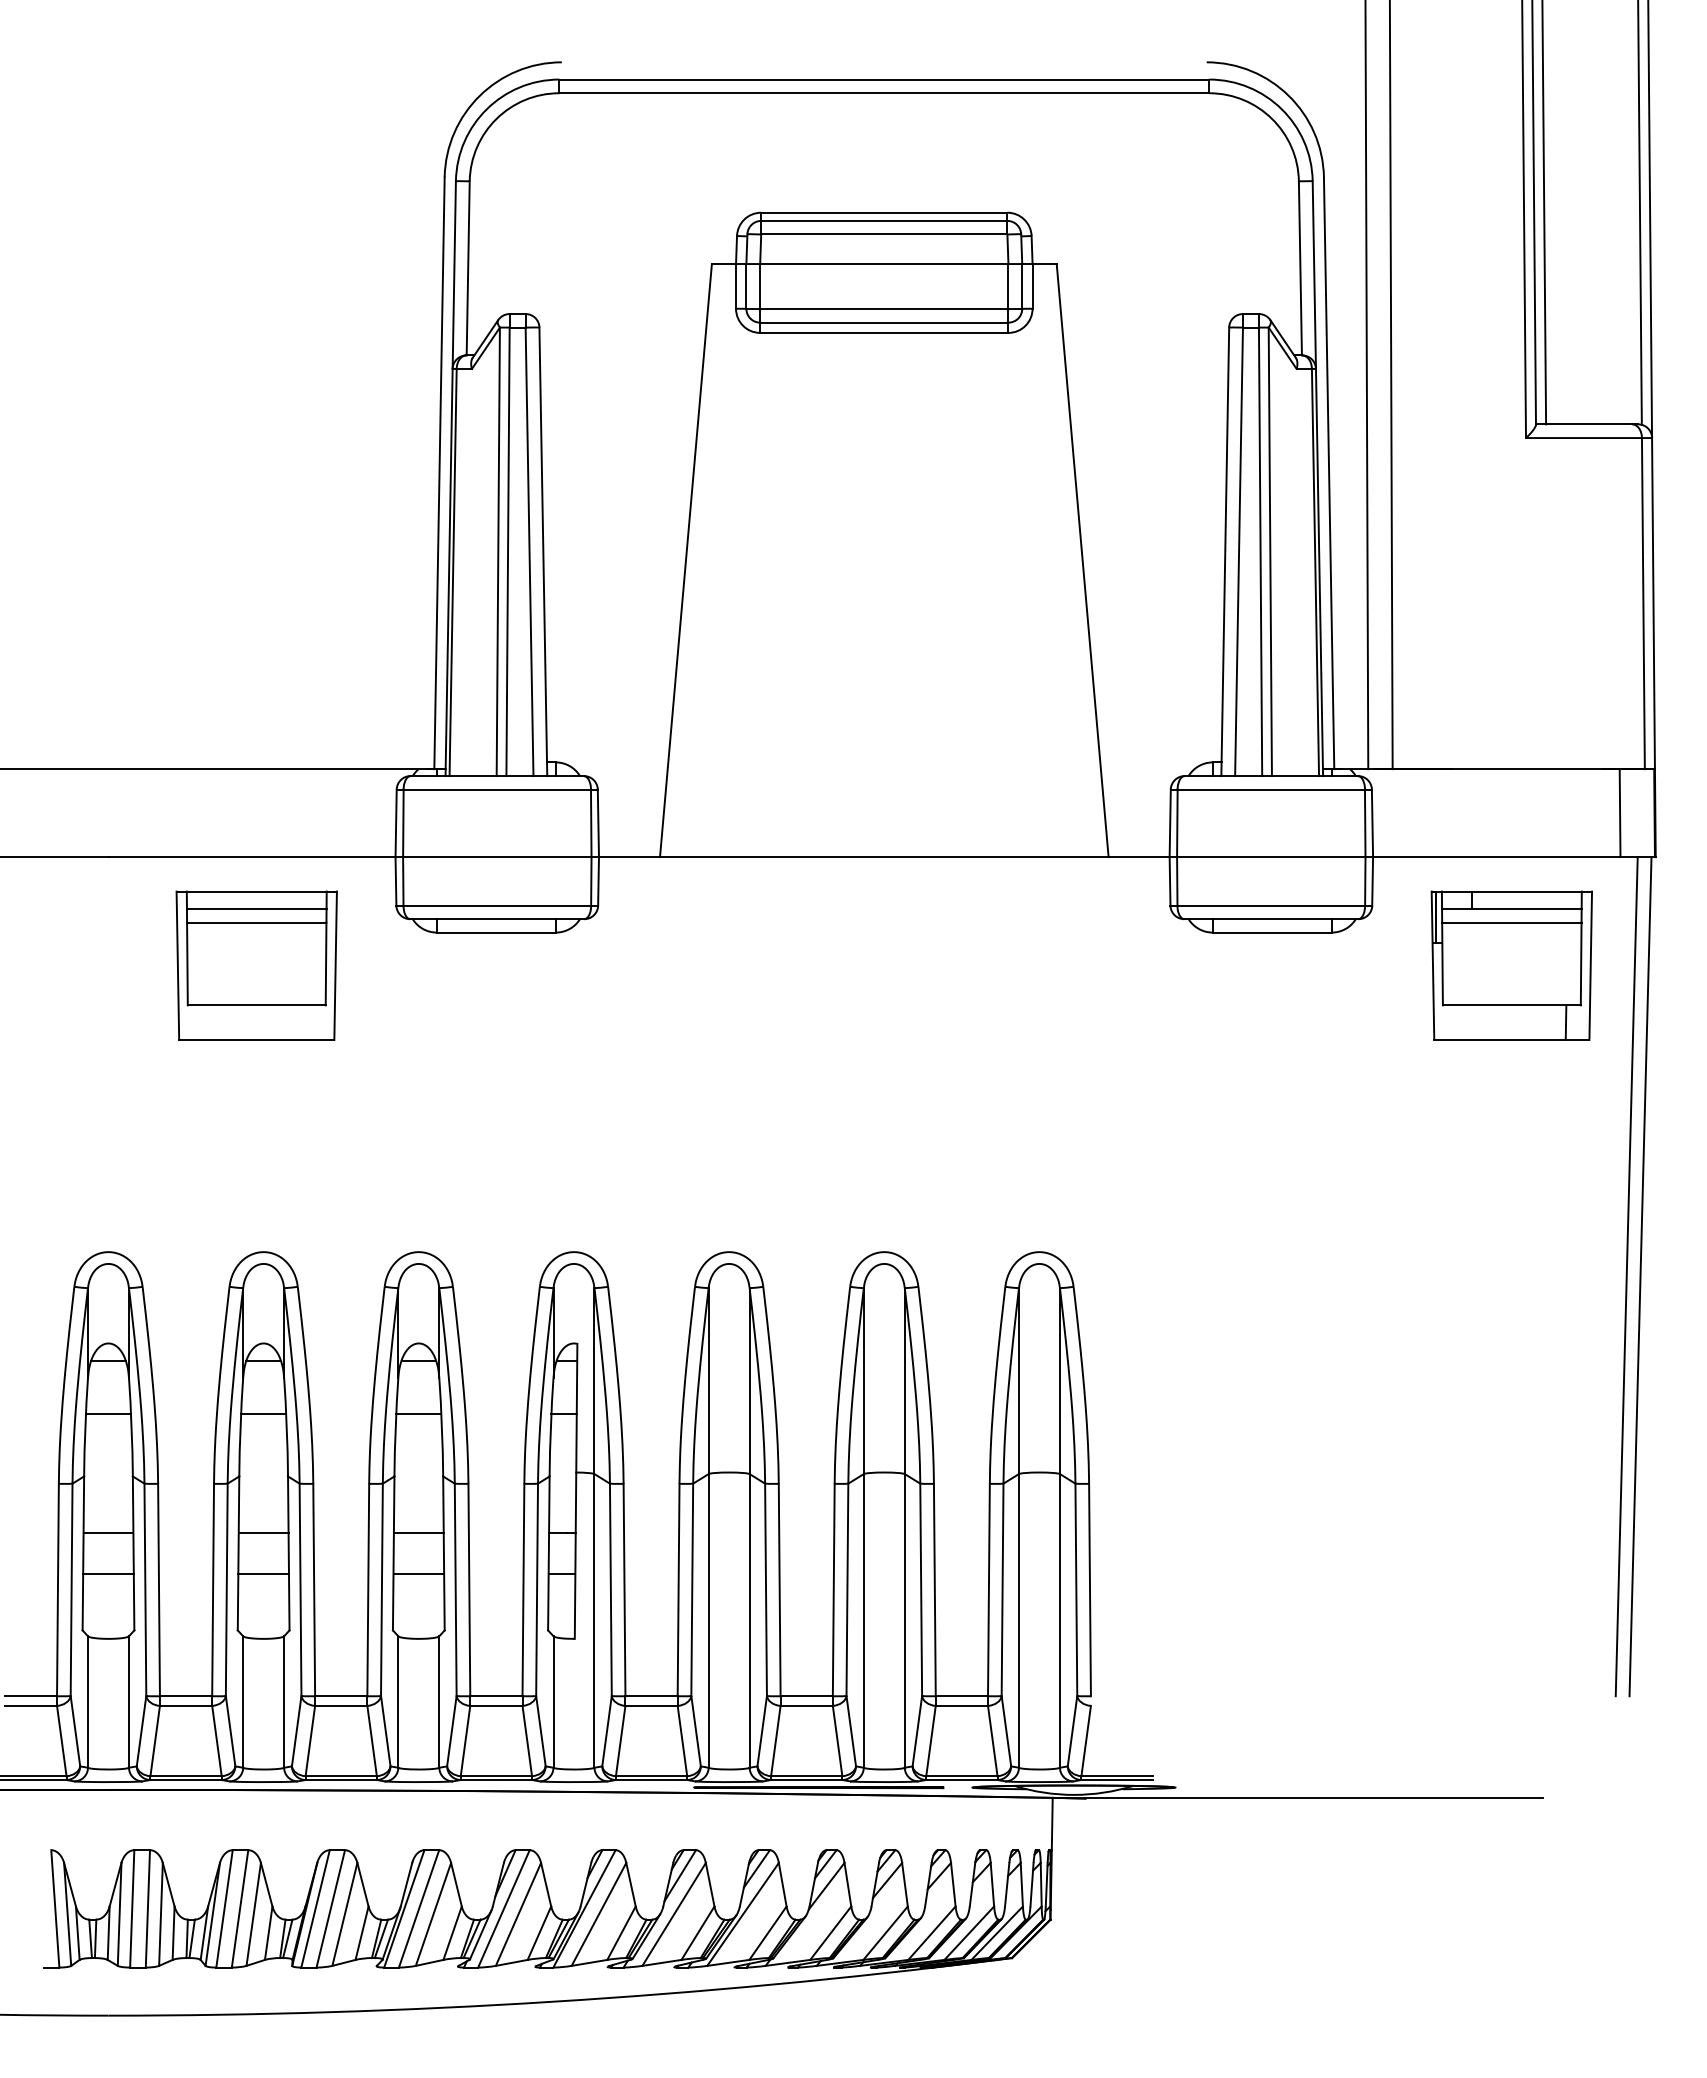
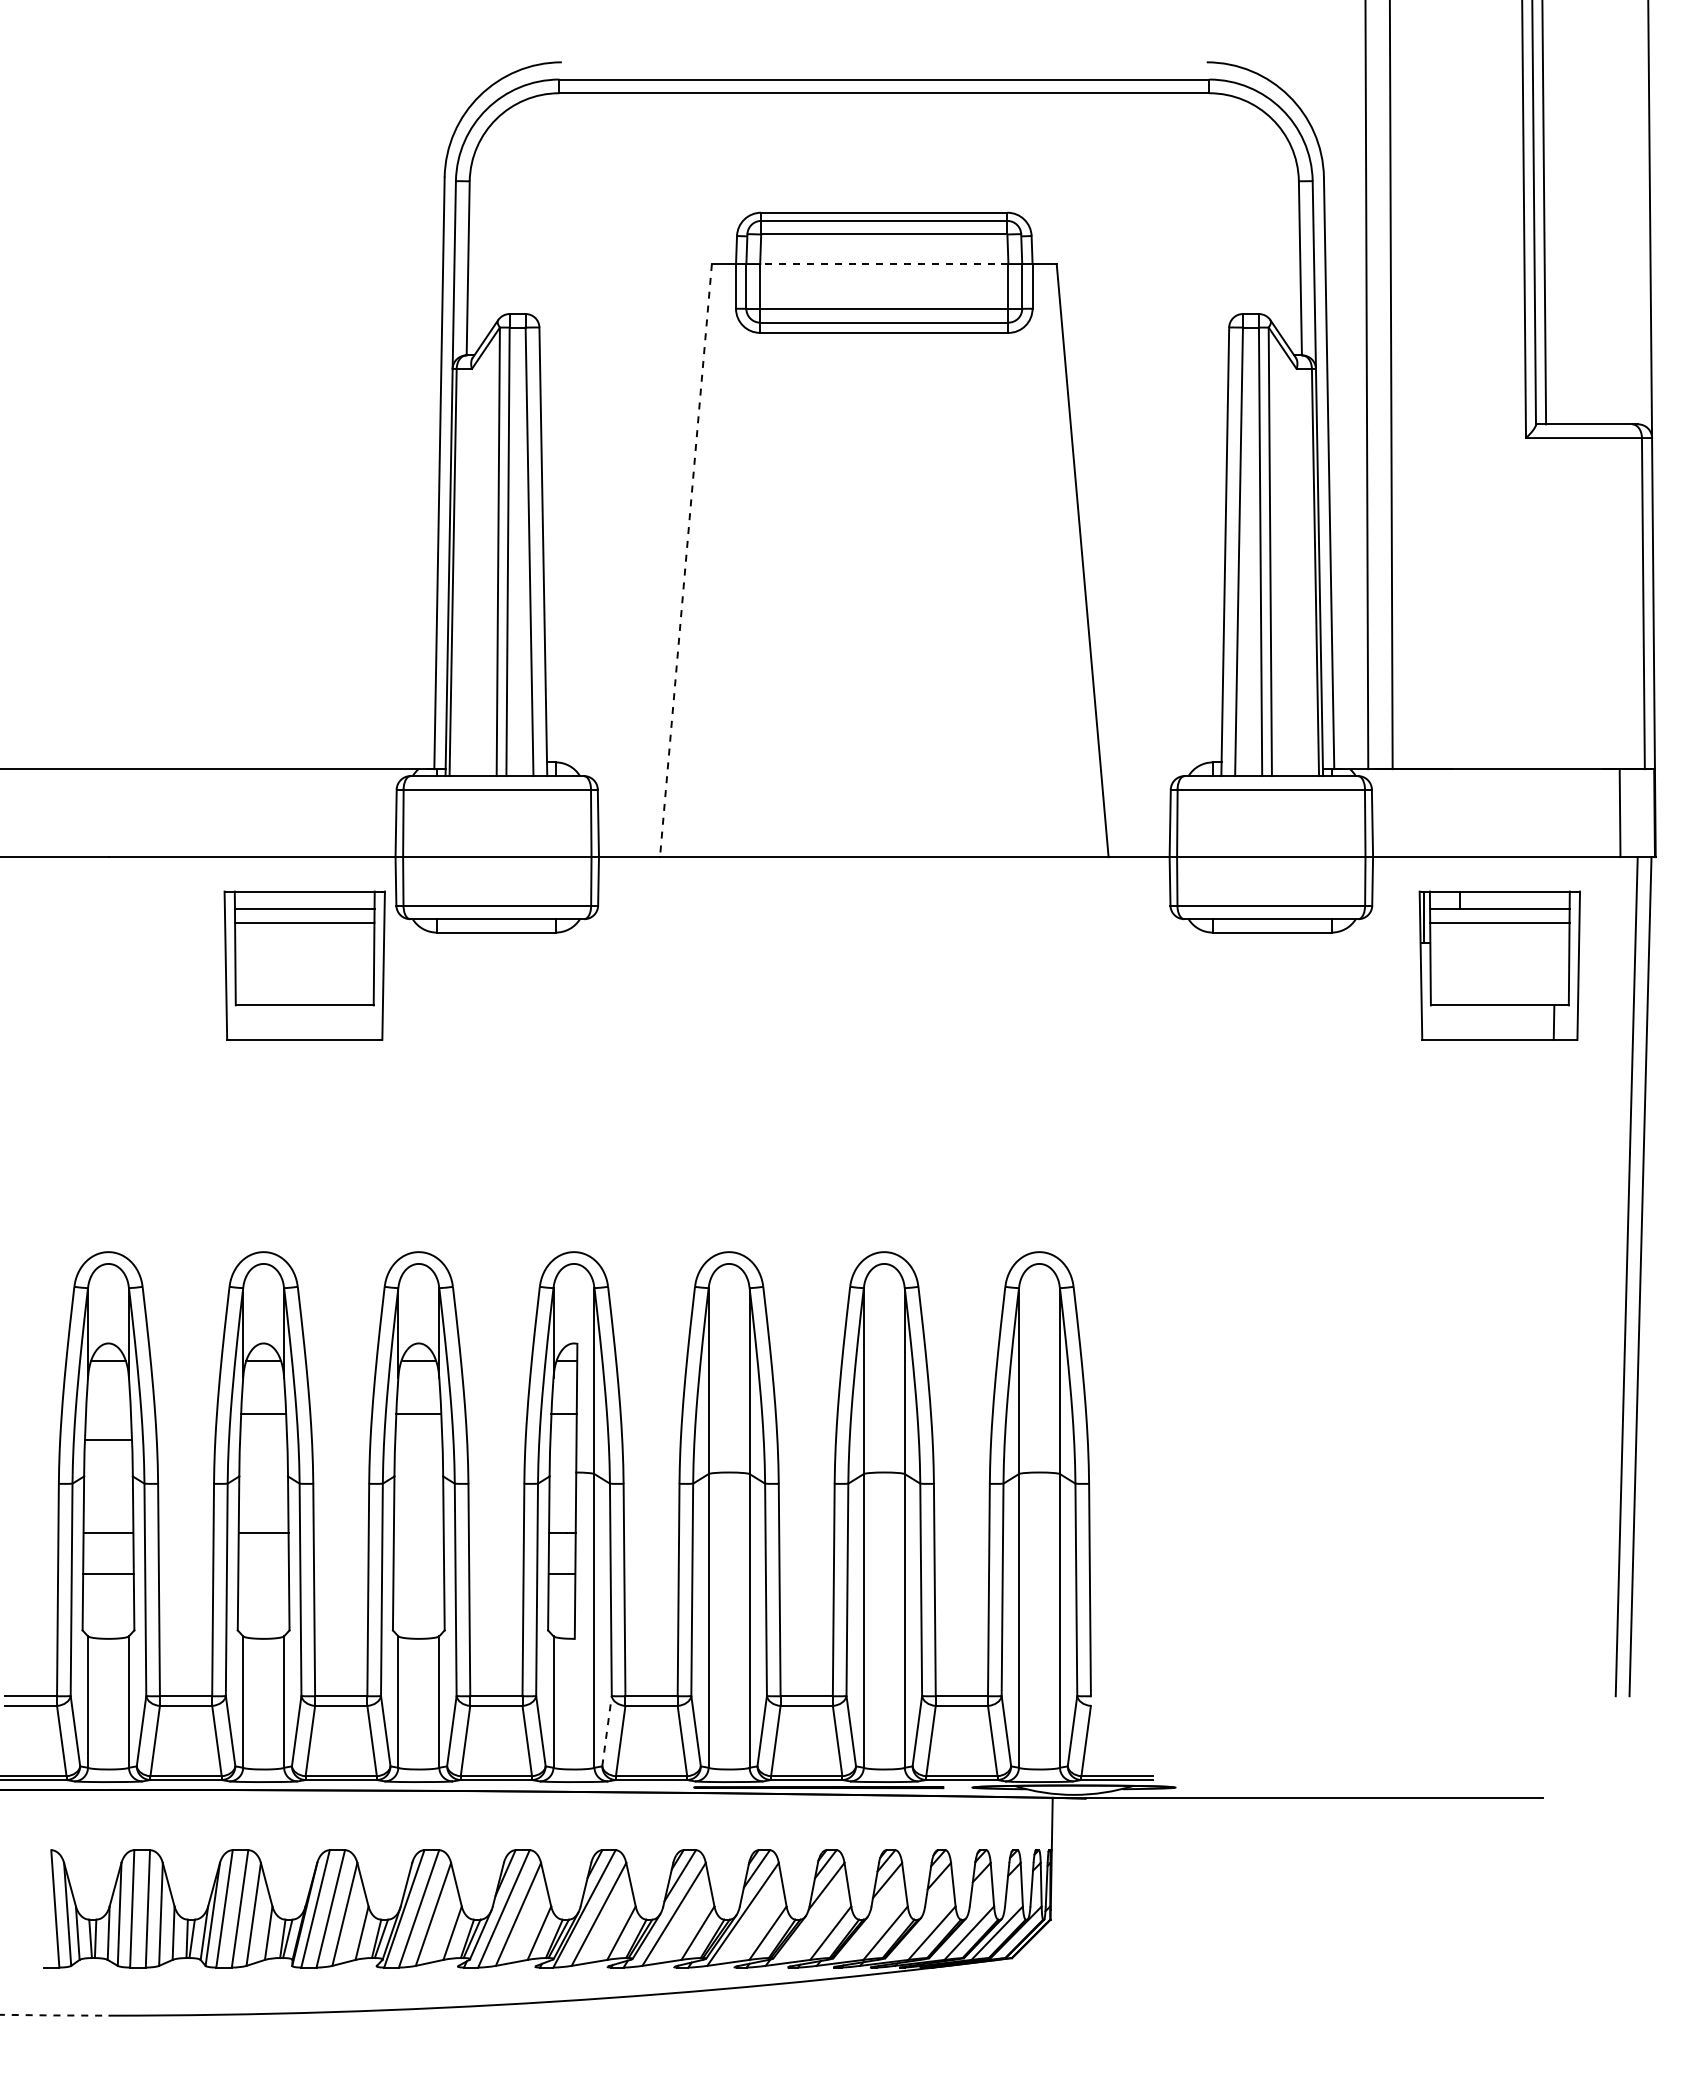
line at (1639, 213): present -> none
line at (883, 264): solid -> dashed
line at (685, 560): solid -> dashed
part at (256, 965) position: (256, 965) -> (304, 965)
part at (1511, 965) position: (1511, 965) -> (1499, 965)
line at (108, 1413) position: (108, 1413) -> (108, 1439)
line at (418, 1532): present -> none
line at (263, 1573): present -> none
line at (418, 1573): present -> none
line at (607, 1730): solid -> dashed
arc at (54, 2015): solid -> dashed
